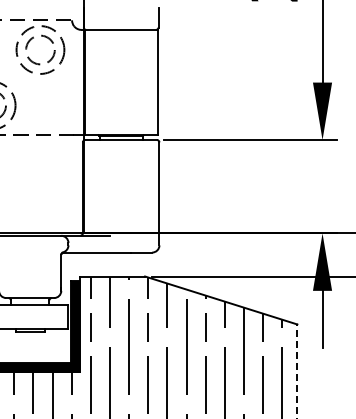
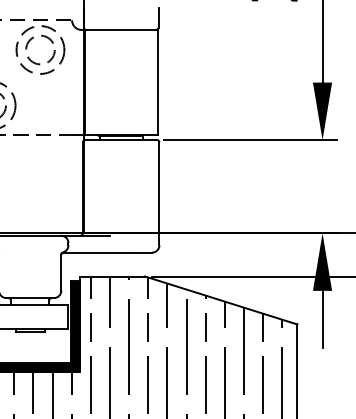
line at (297, 371): dashed -> solid
